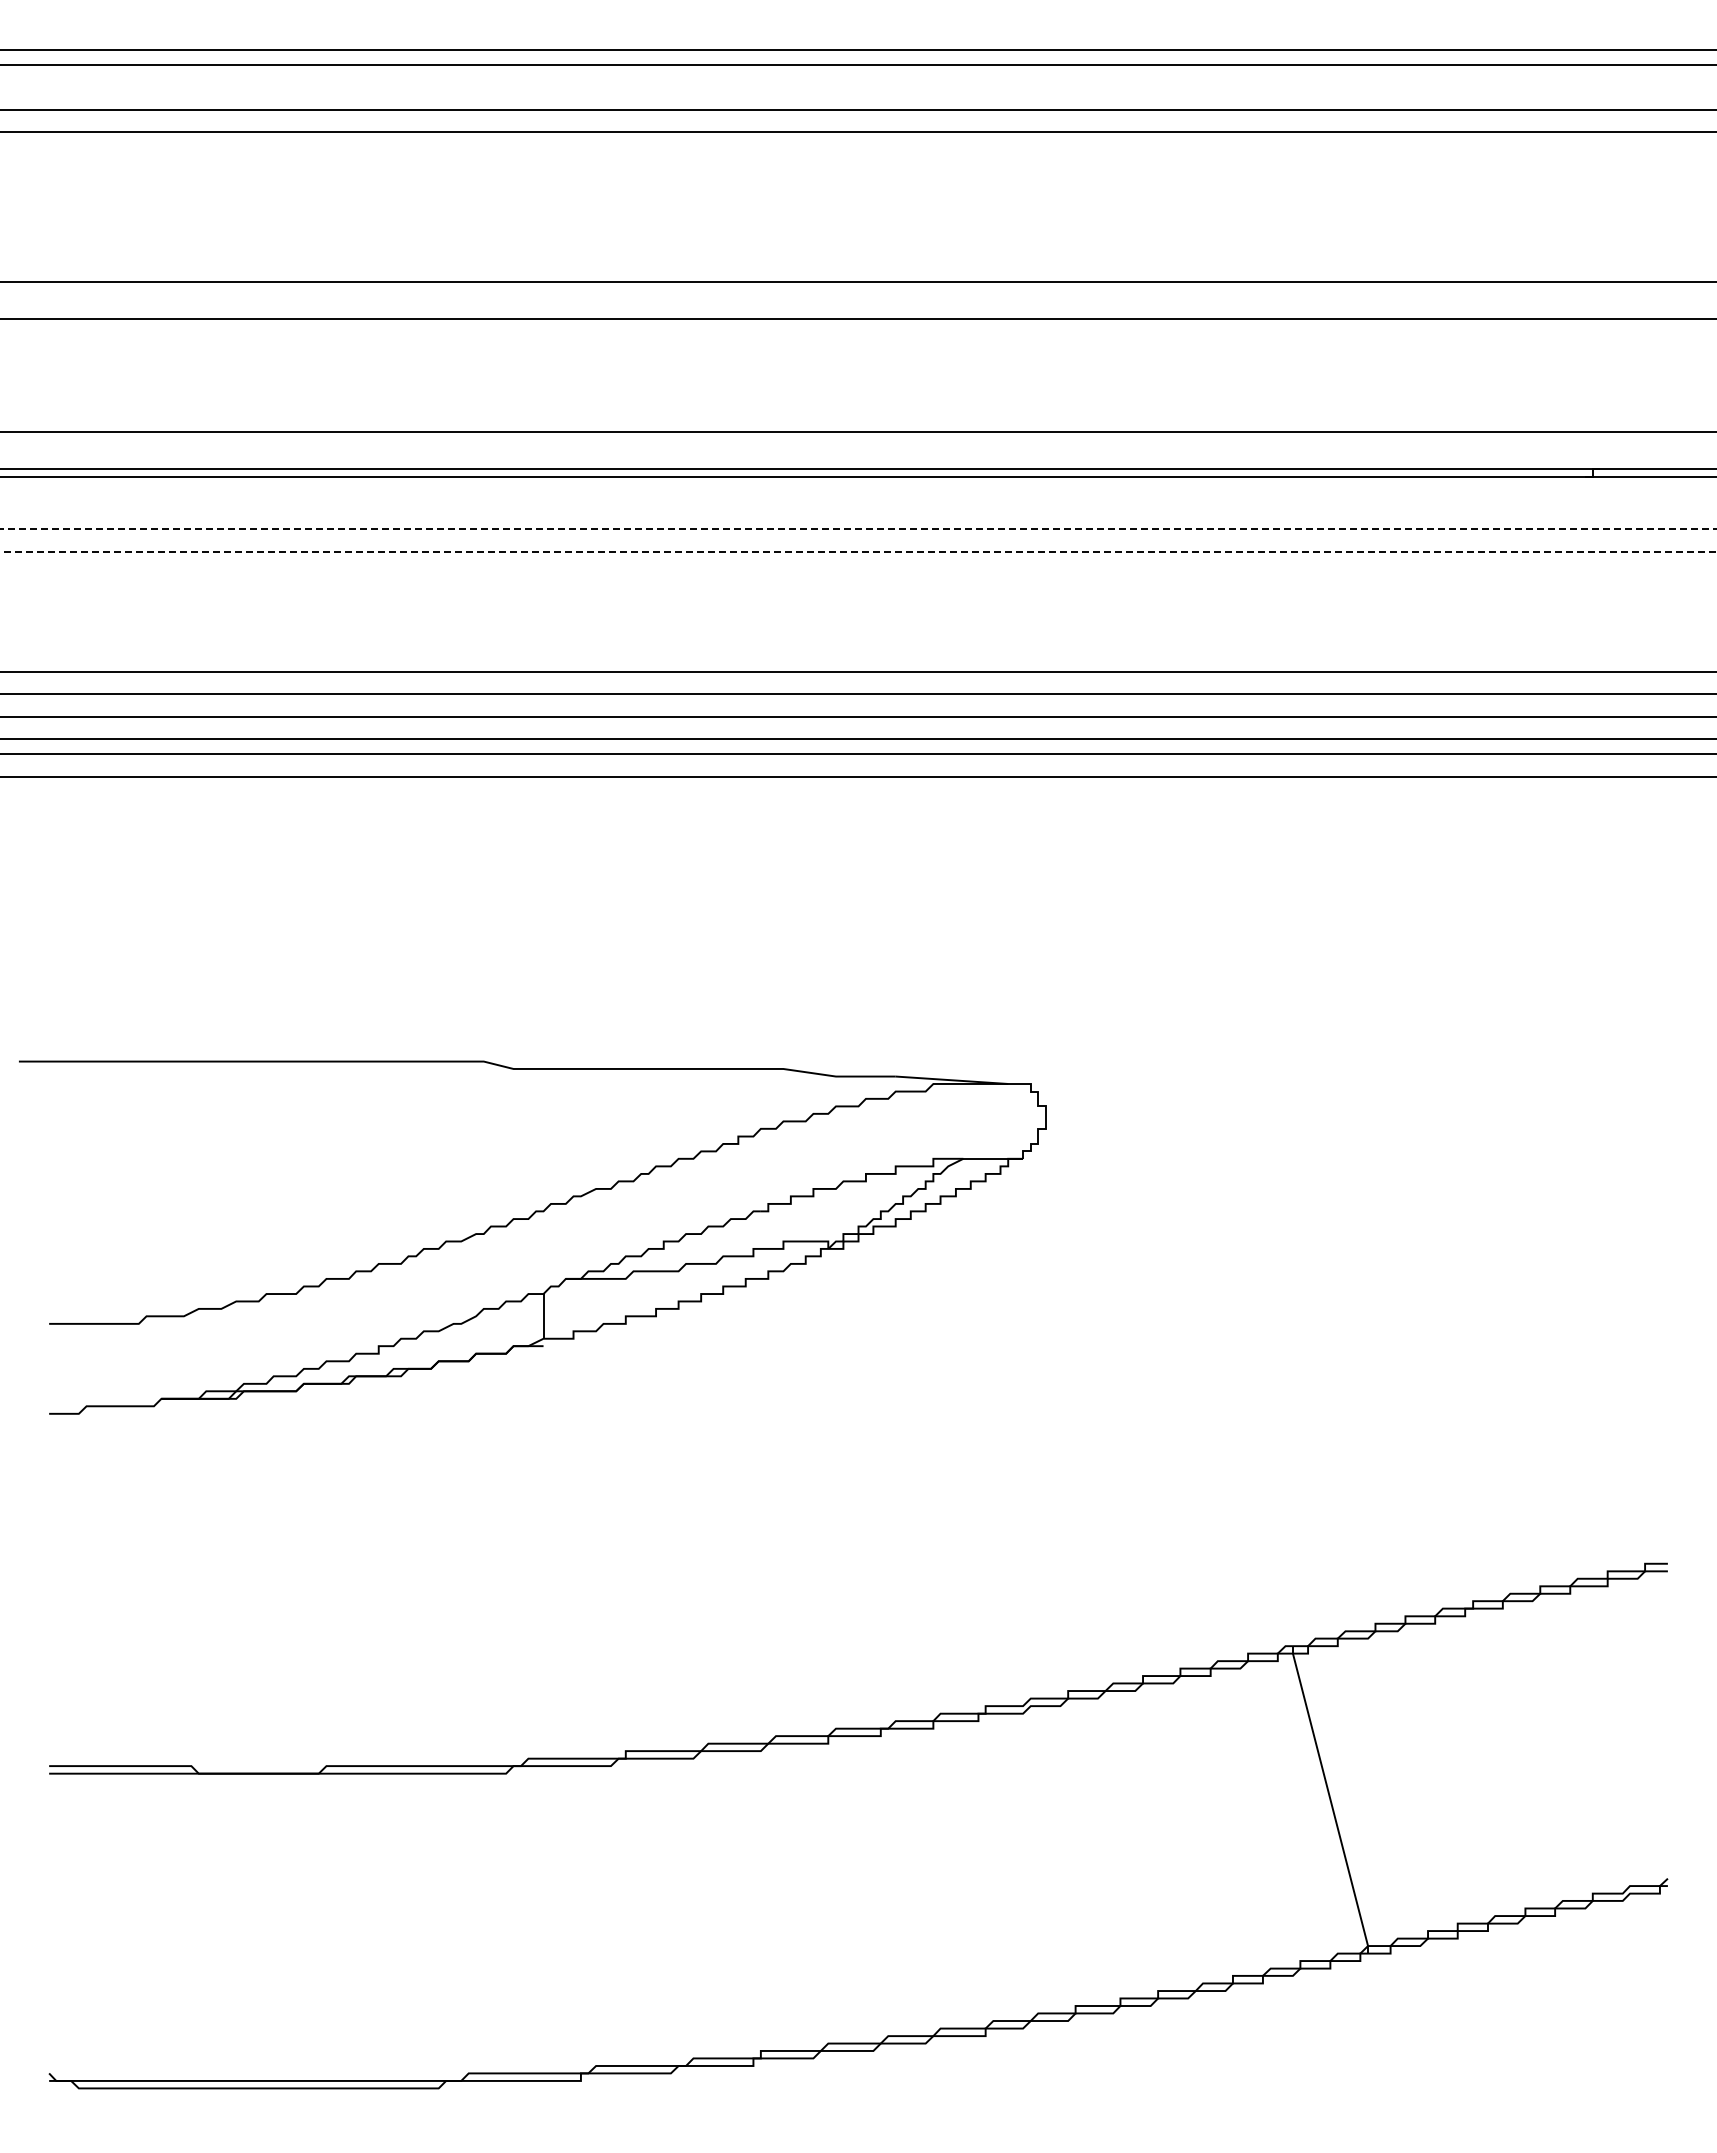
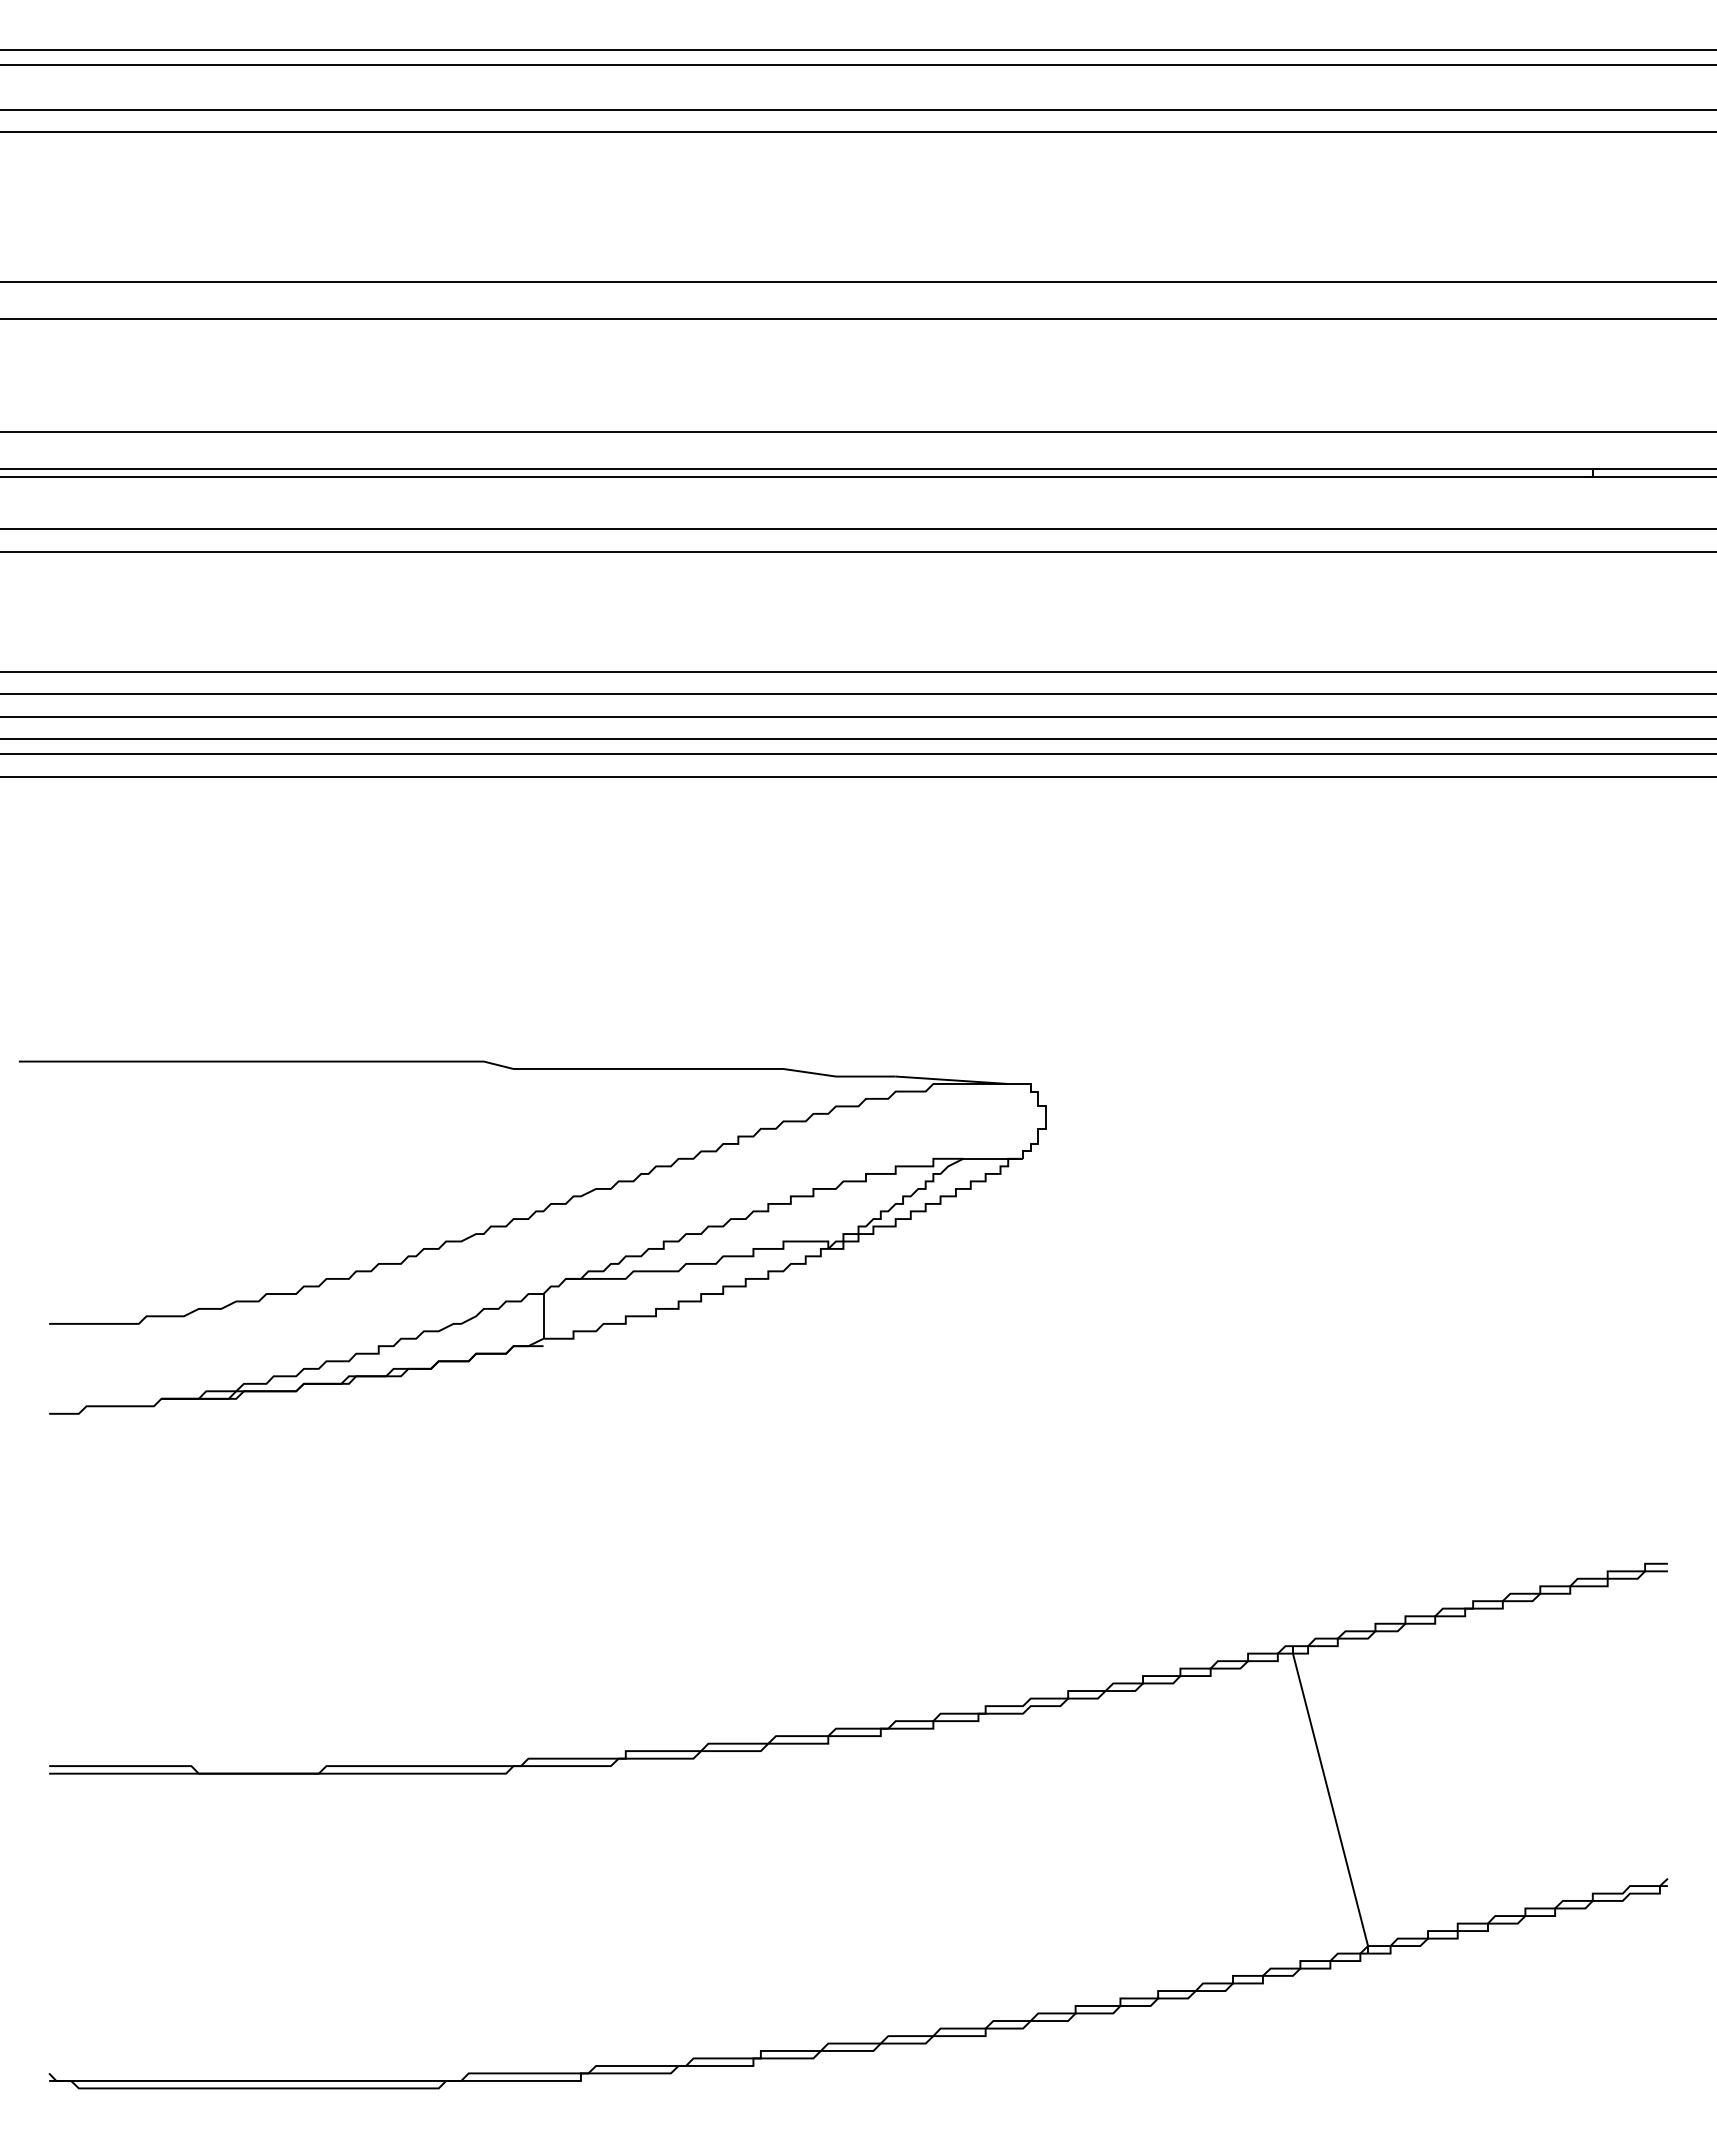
line at (858, 529): dashed -> solid
line at (858, 551): dashed -> solid
